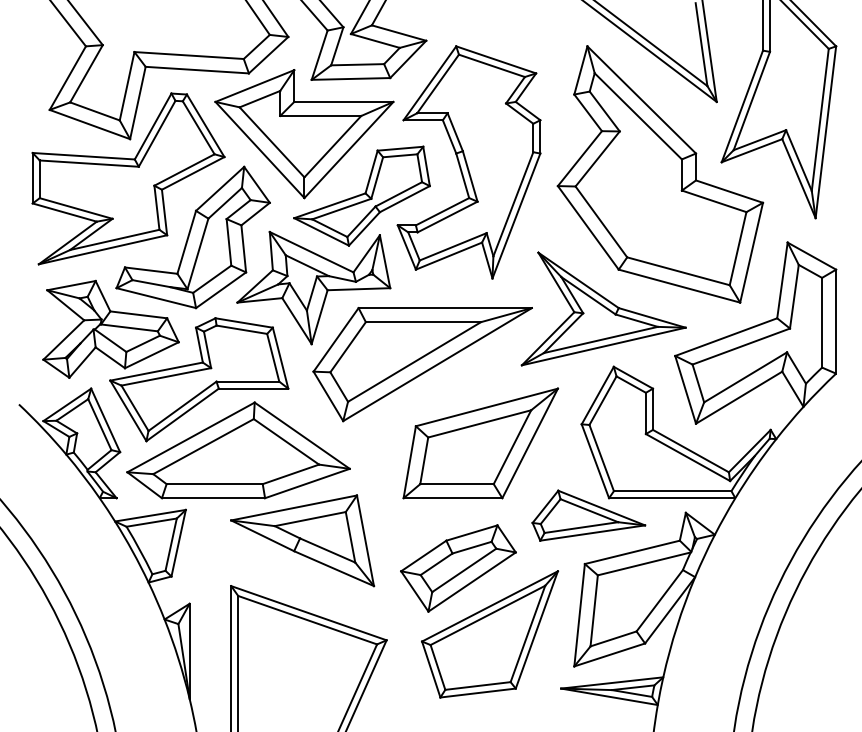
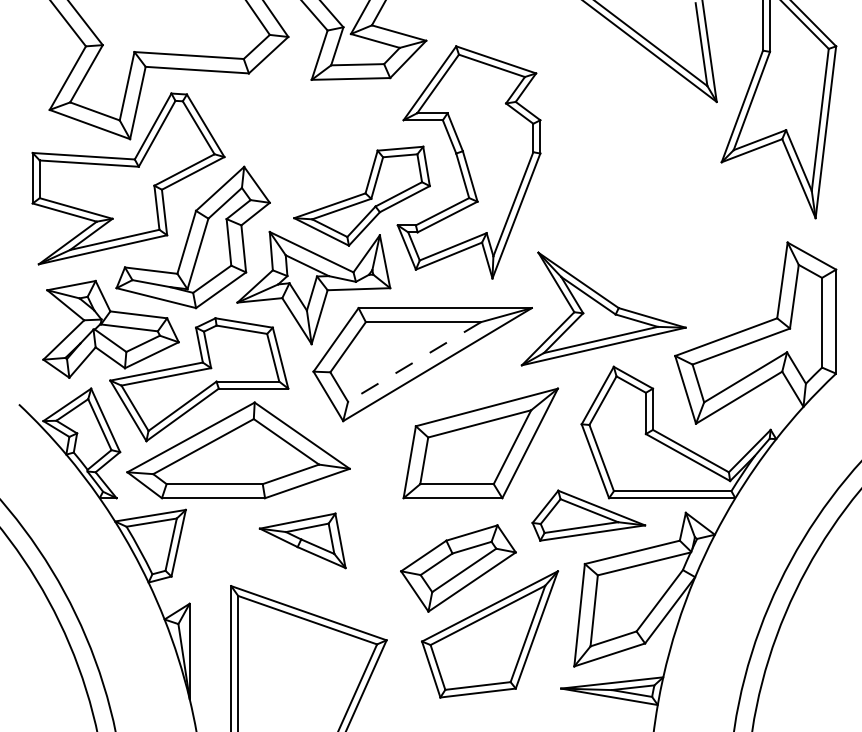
part at (304, 134): present -> none
part at (660, 174): present -> none
line at (414, 361): solid -> dashed
part at (302, 540) size: 146x94 px -> 89x58 px
